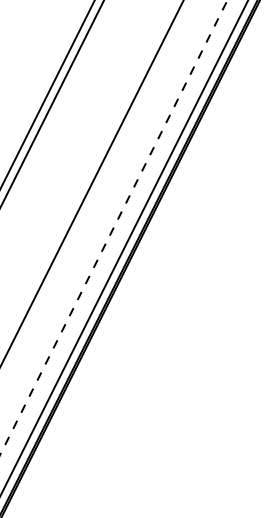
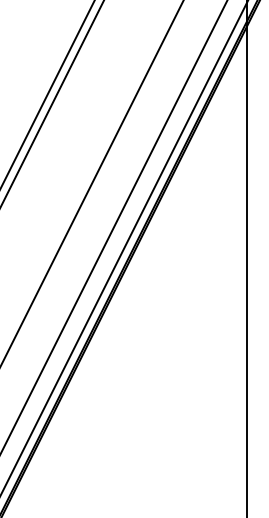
line at (113, 227): dashed -> solid
line at (246, 258): none -> present
